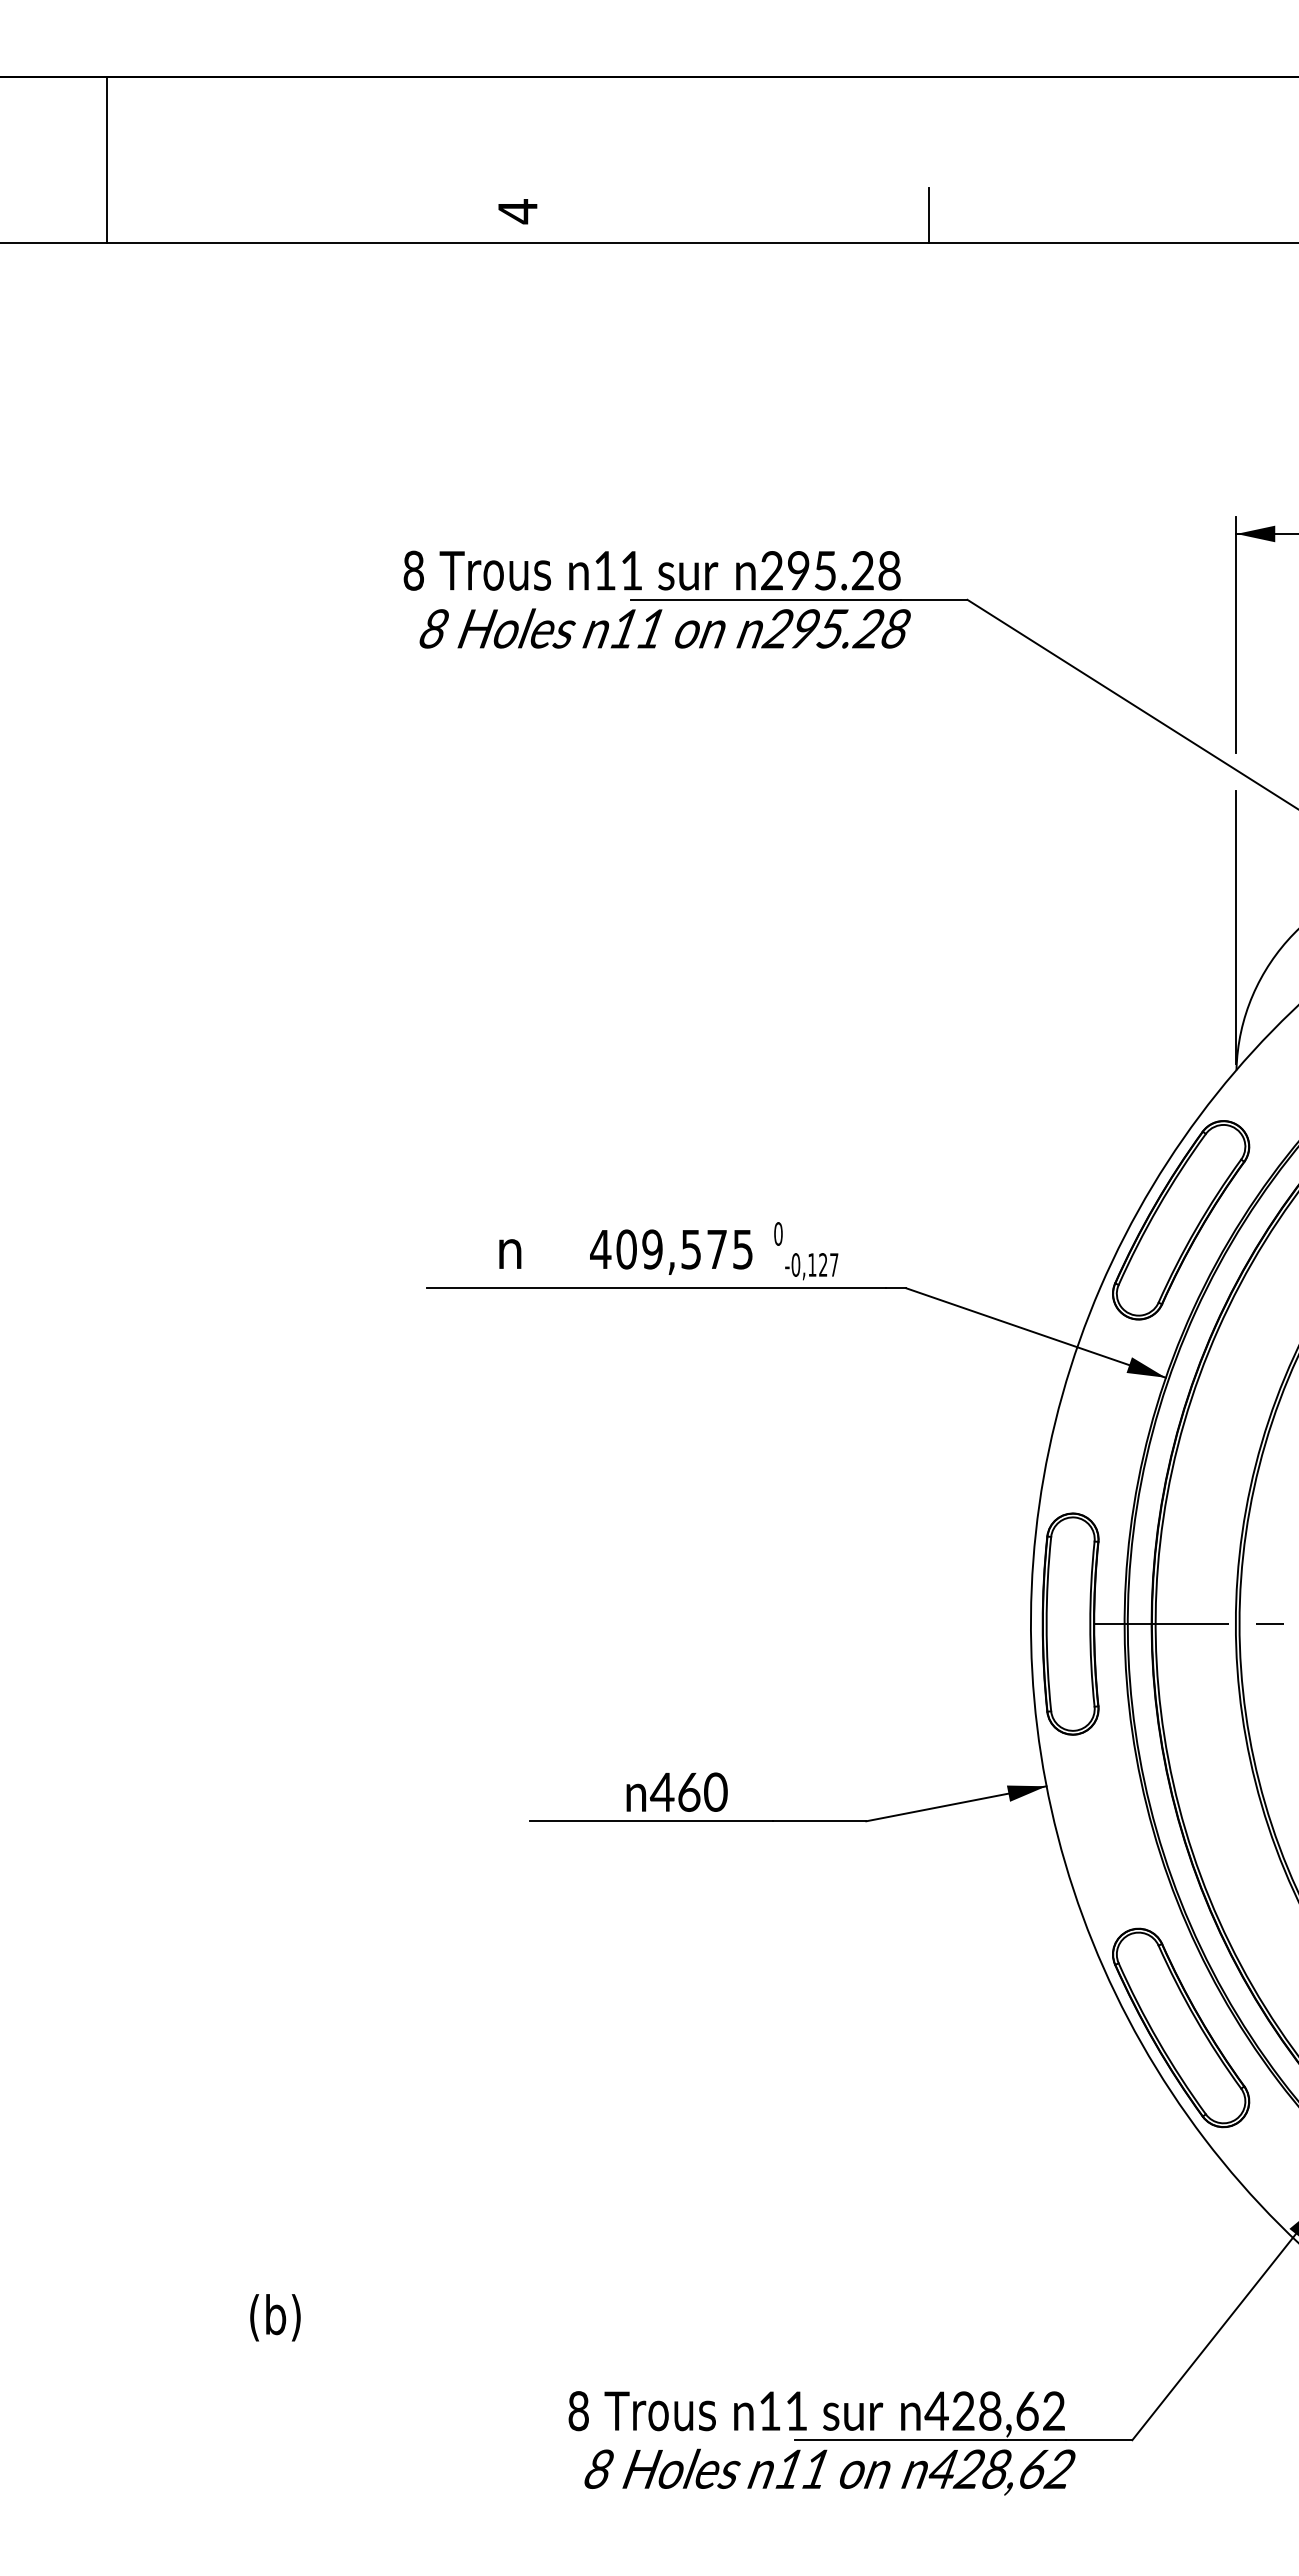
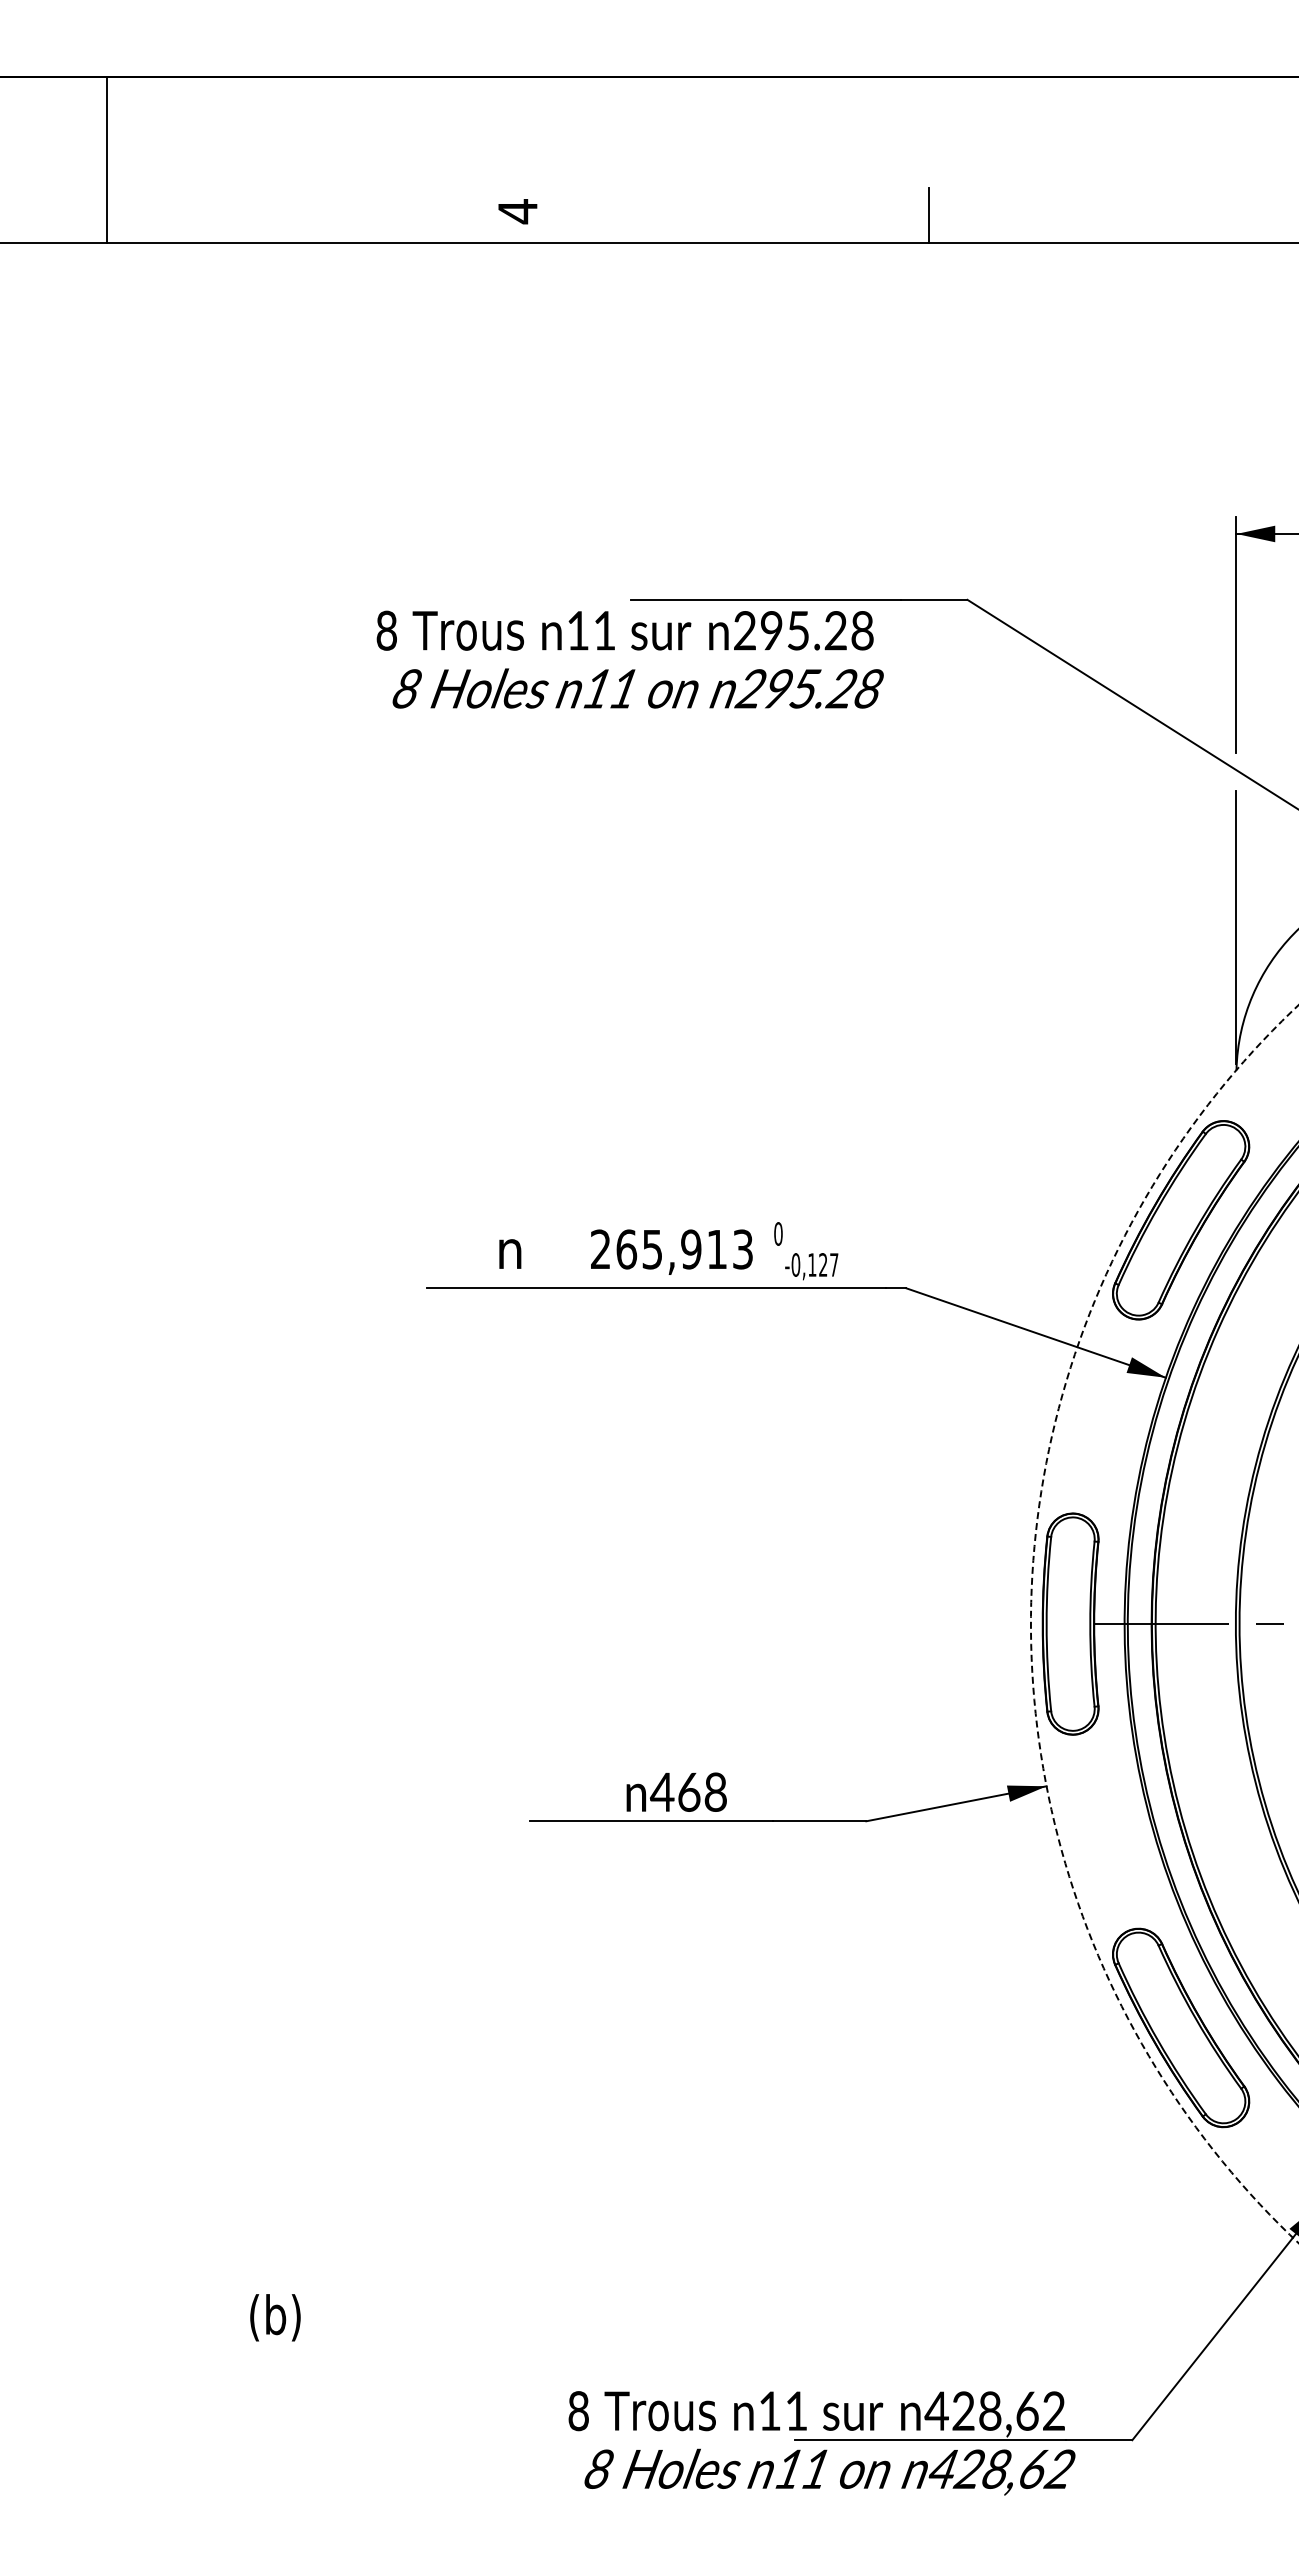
text at (656, 599) position: (656, 599) -> (629, 659)
text at (671, 1249): 409,575 -> 265,913
arc at (1031, 1623): solid -> dashed
text at (715, 1792): 460 -> 468
